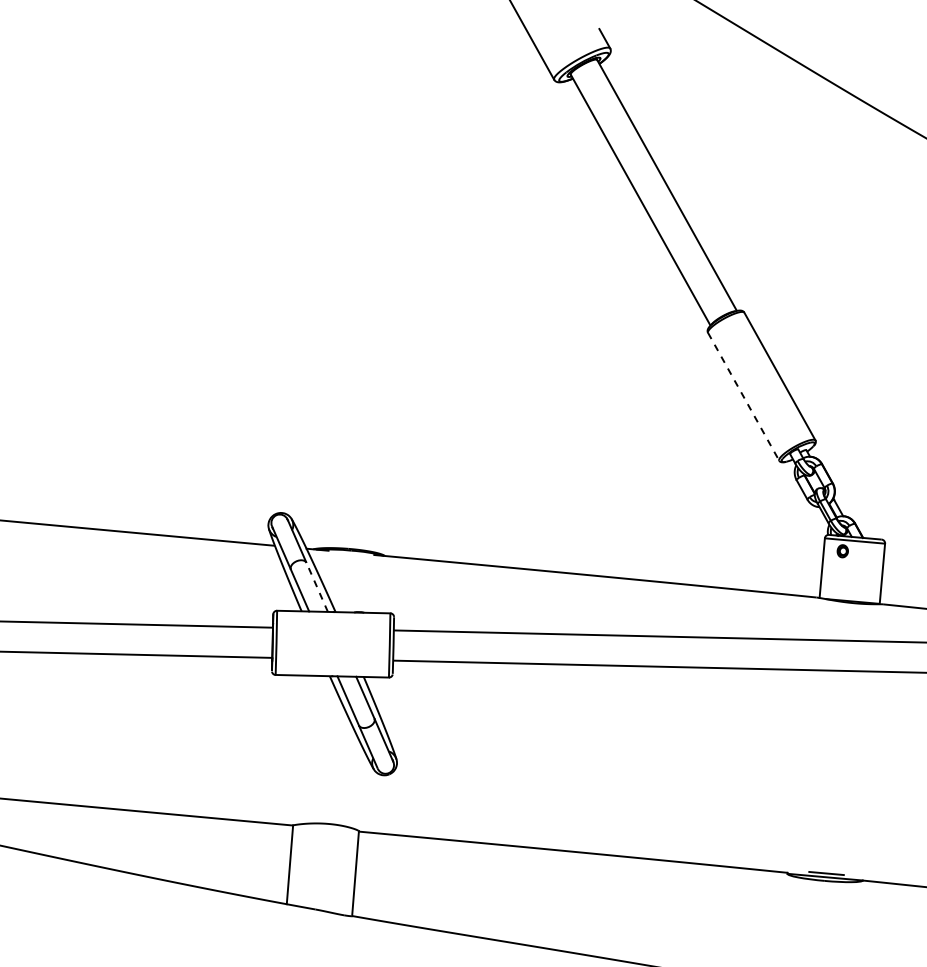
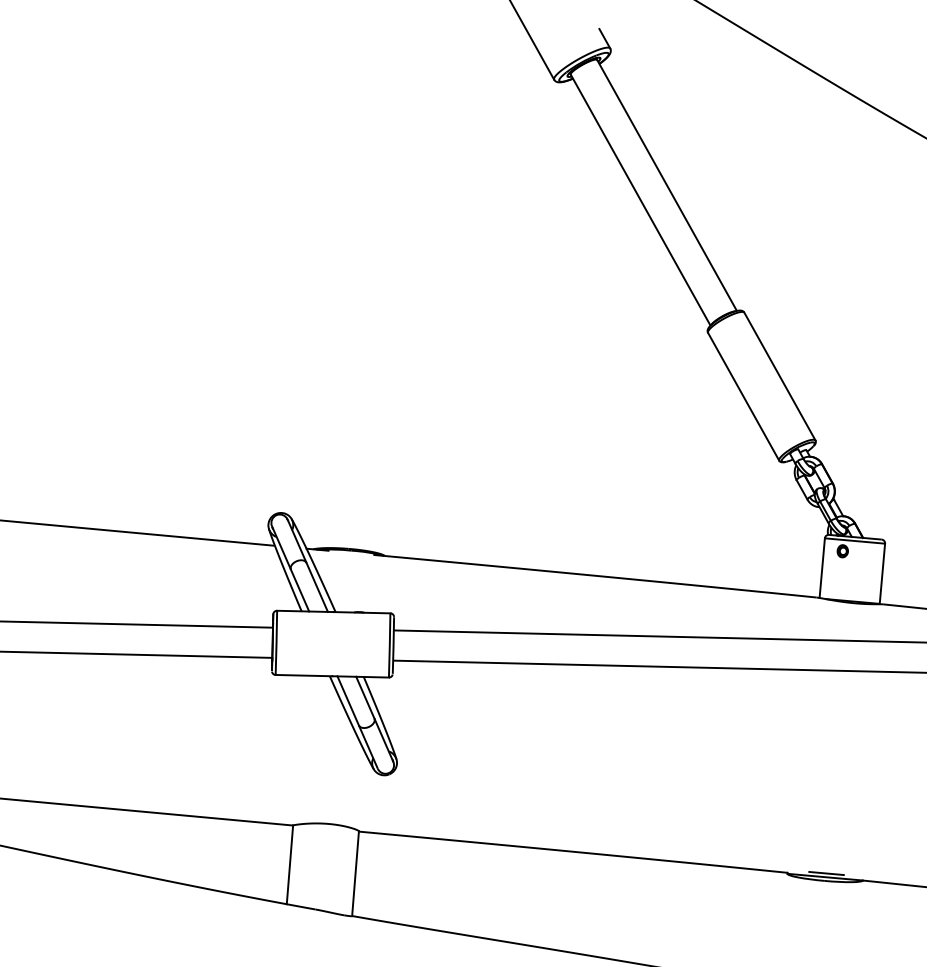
line at (743, 397): dashed -> solid
line at (317, 587): dashed -> solid
